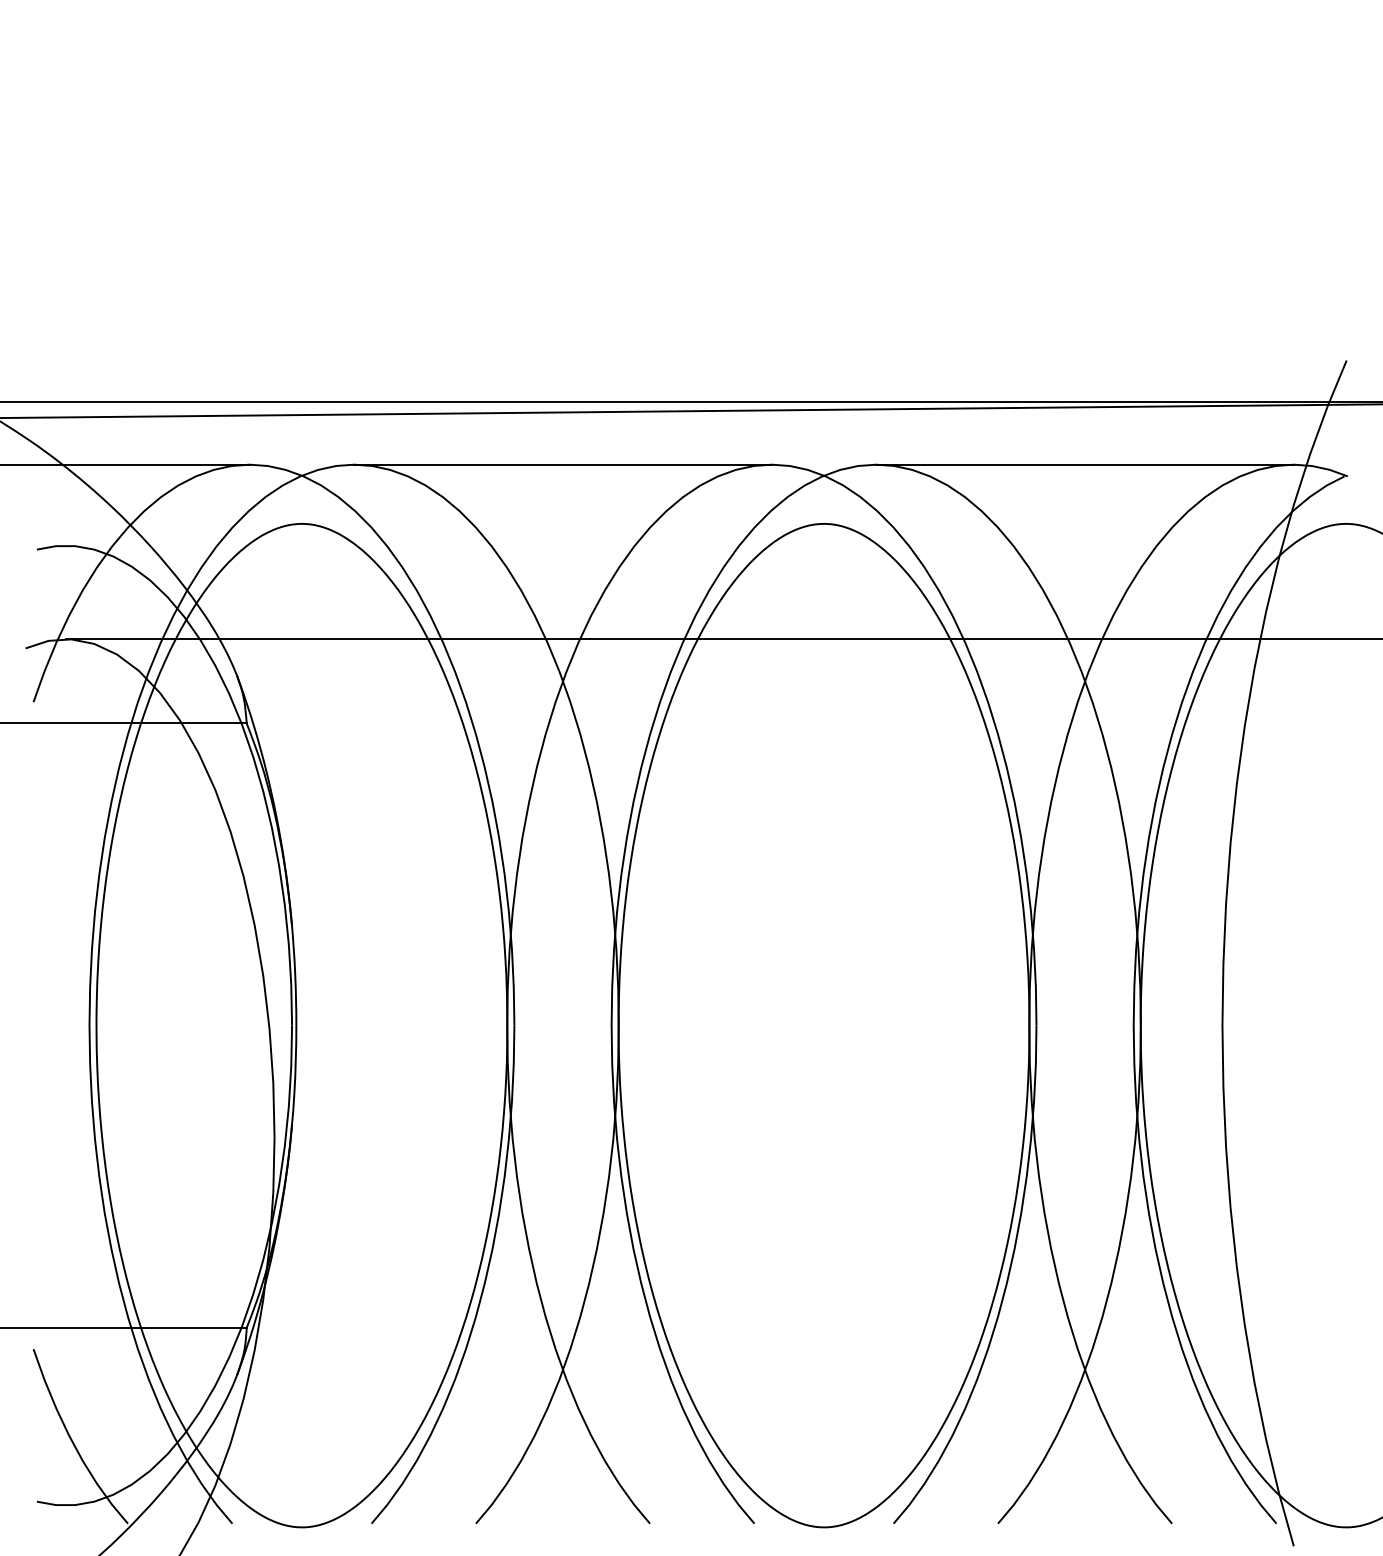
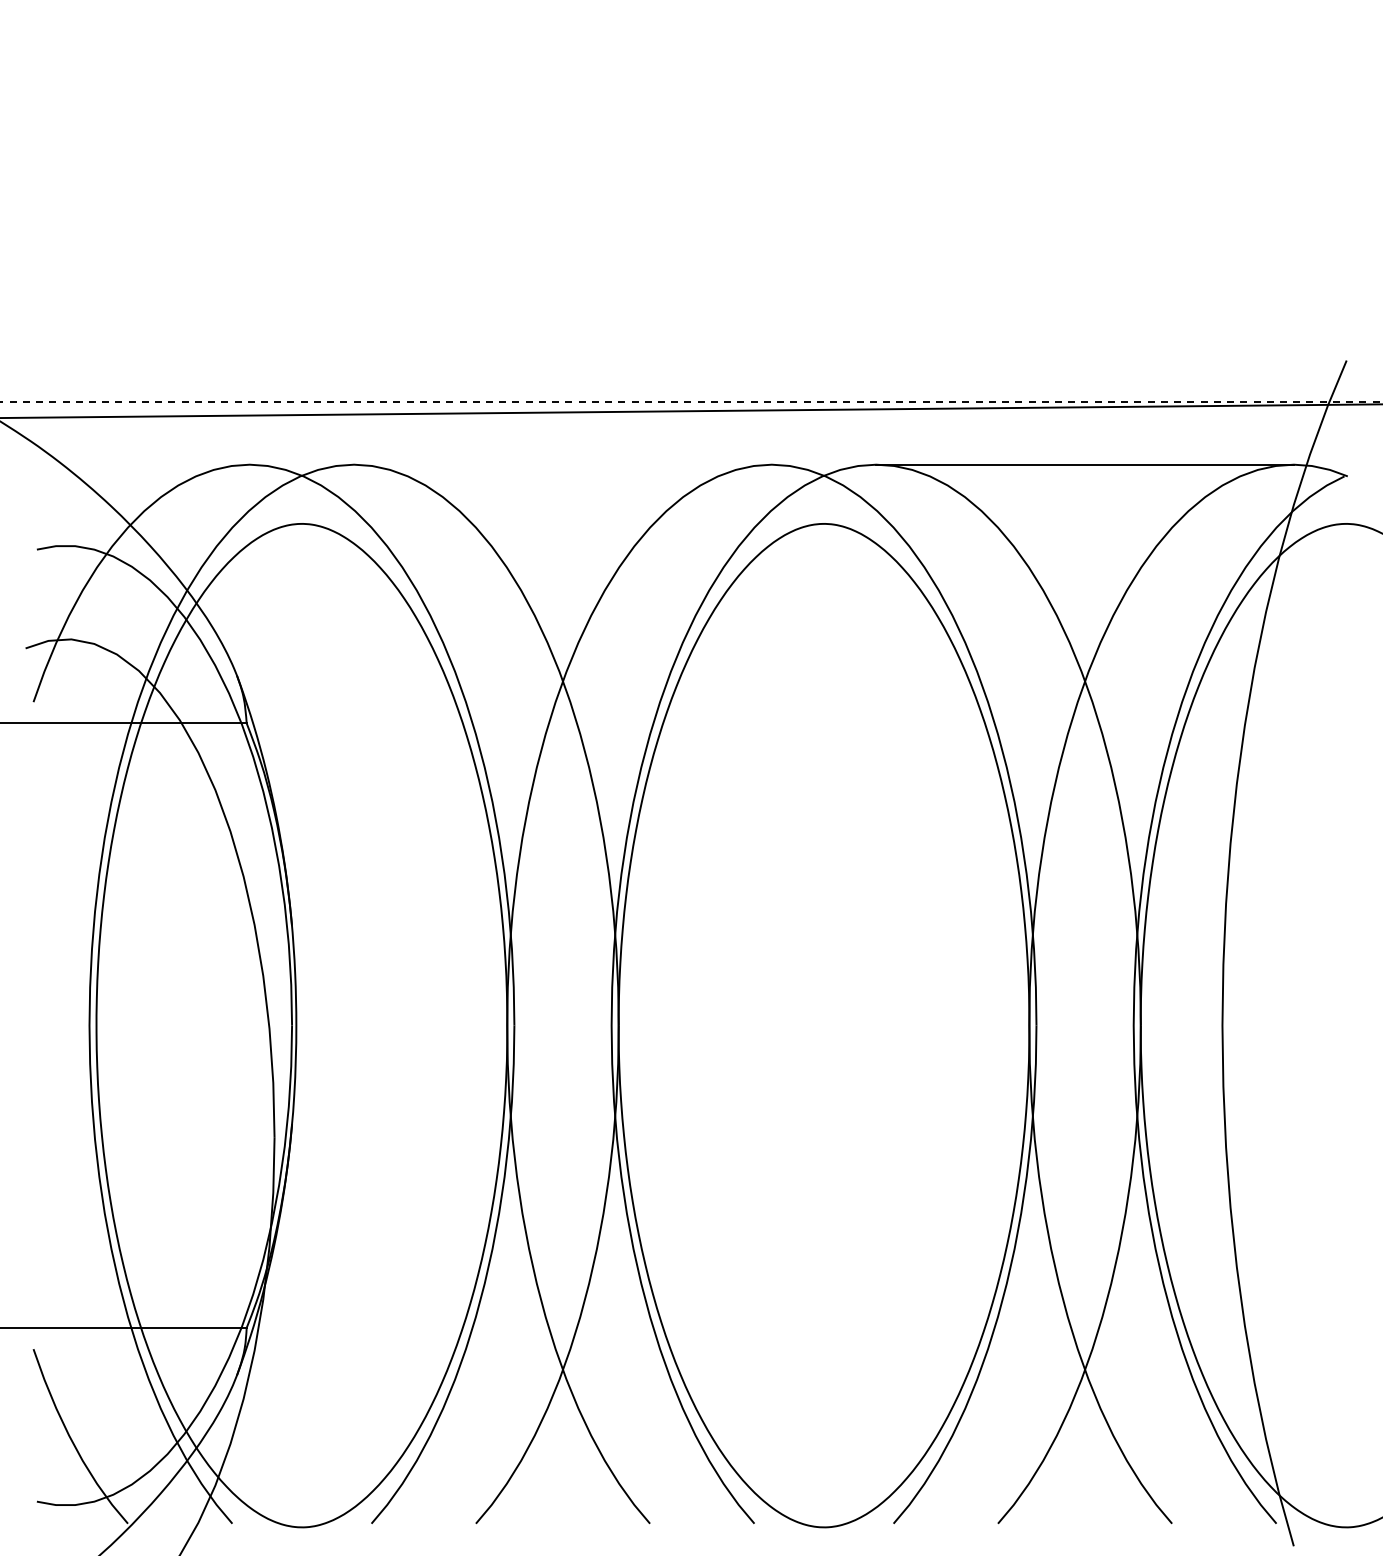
line at (691, 402): solid -> dashed
line at (125, 464): present -> none
line at (562, 464): present -> none
line at (722, 639): present -> none
